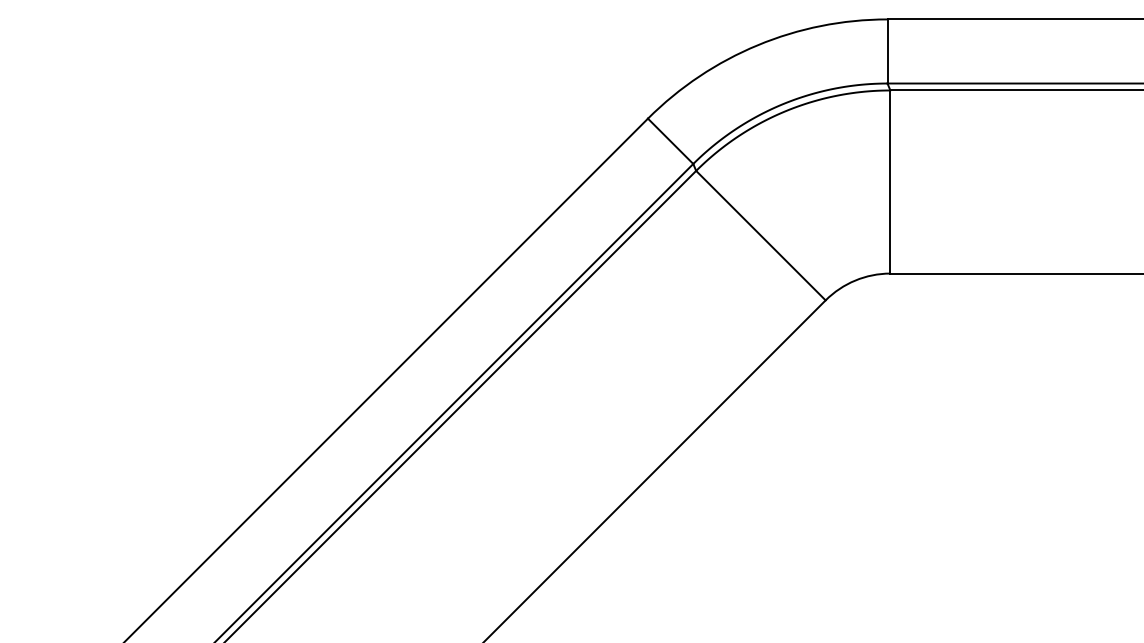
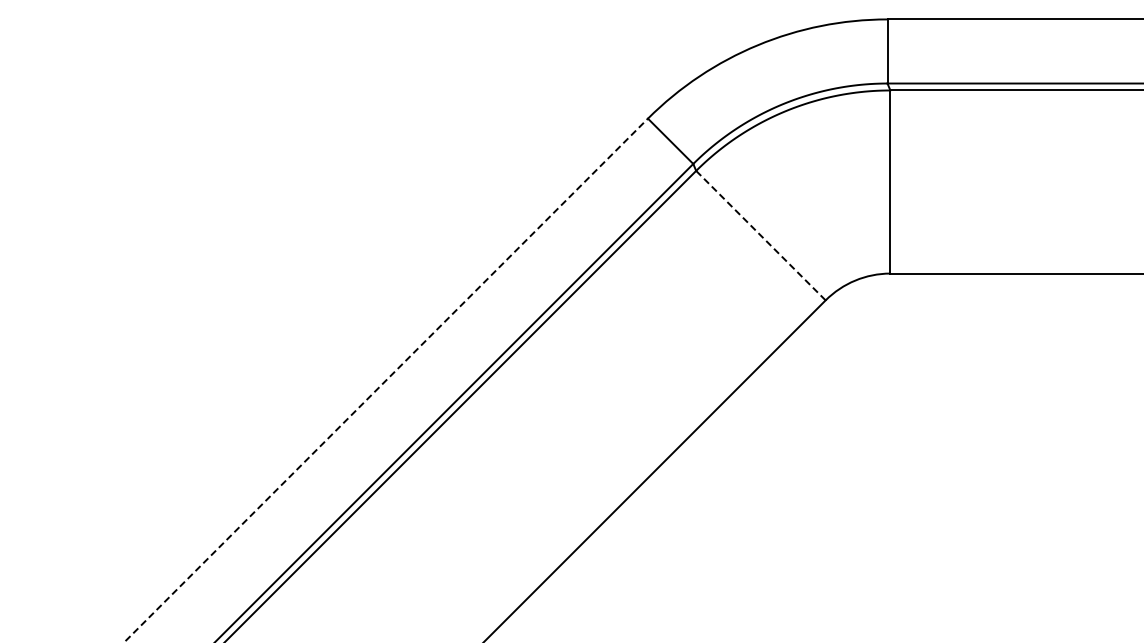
line at (760, 235): solid -> dashed
line at (386, 380): solid -> dashed
